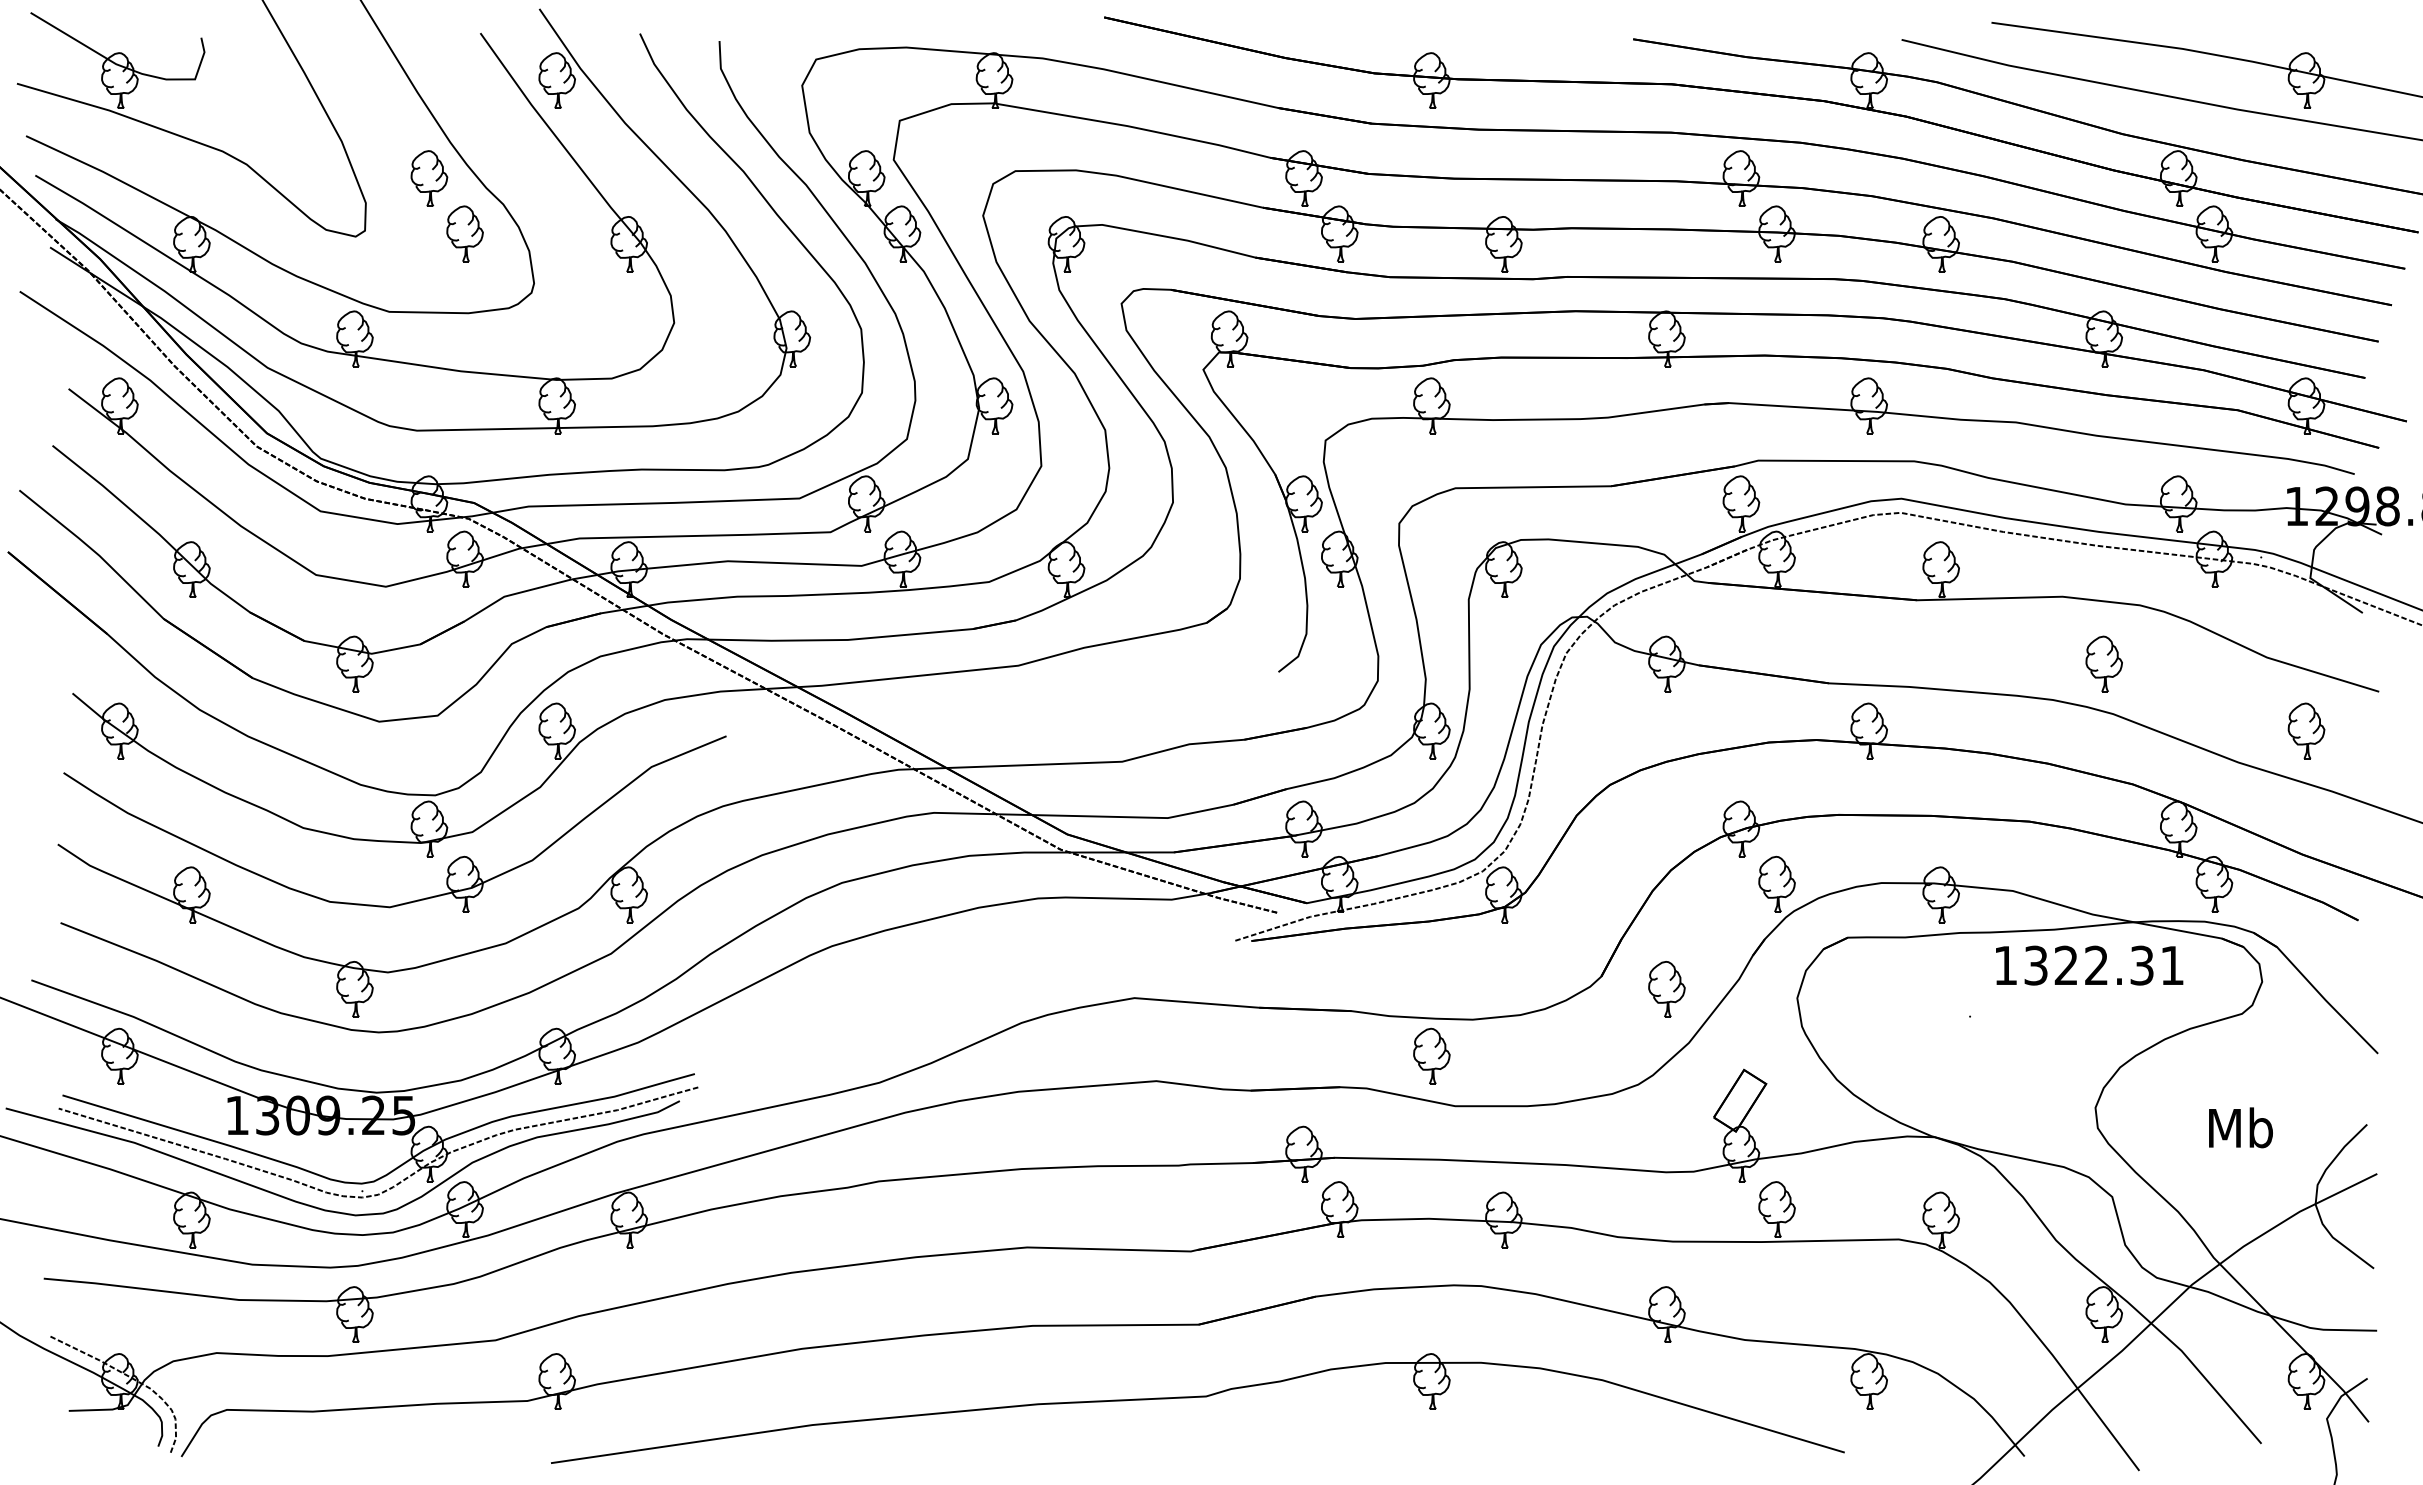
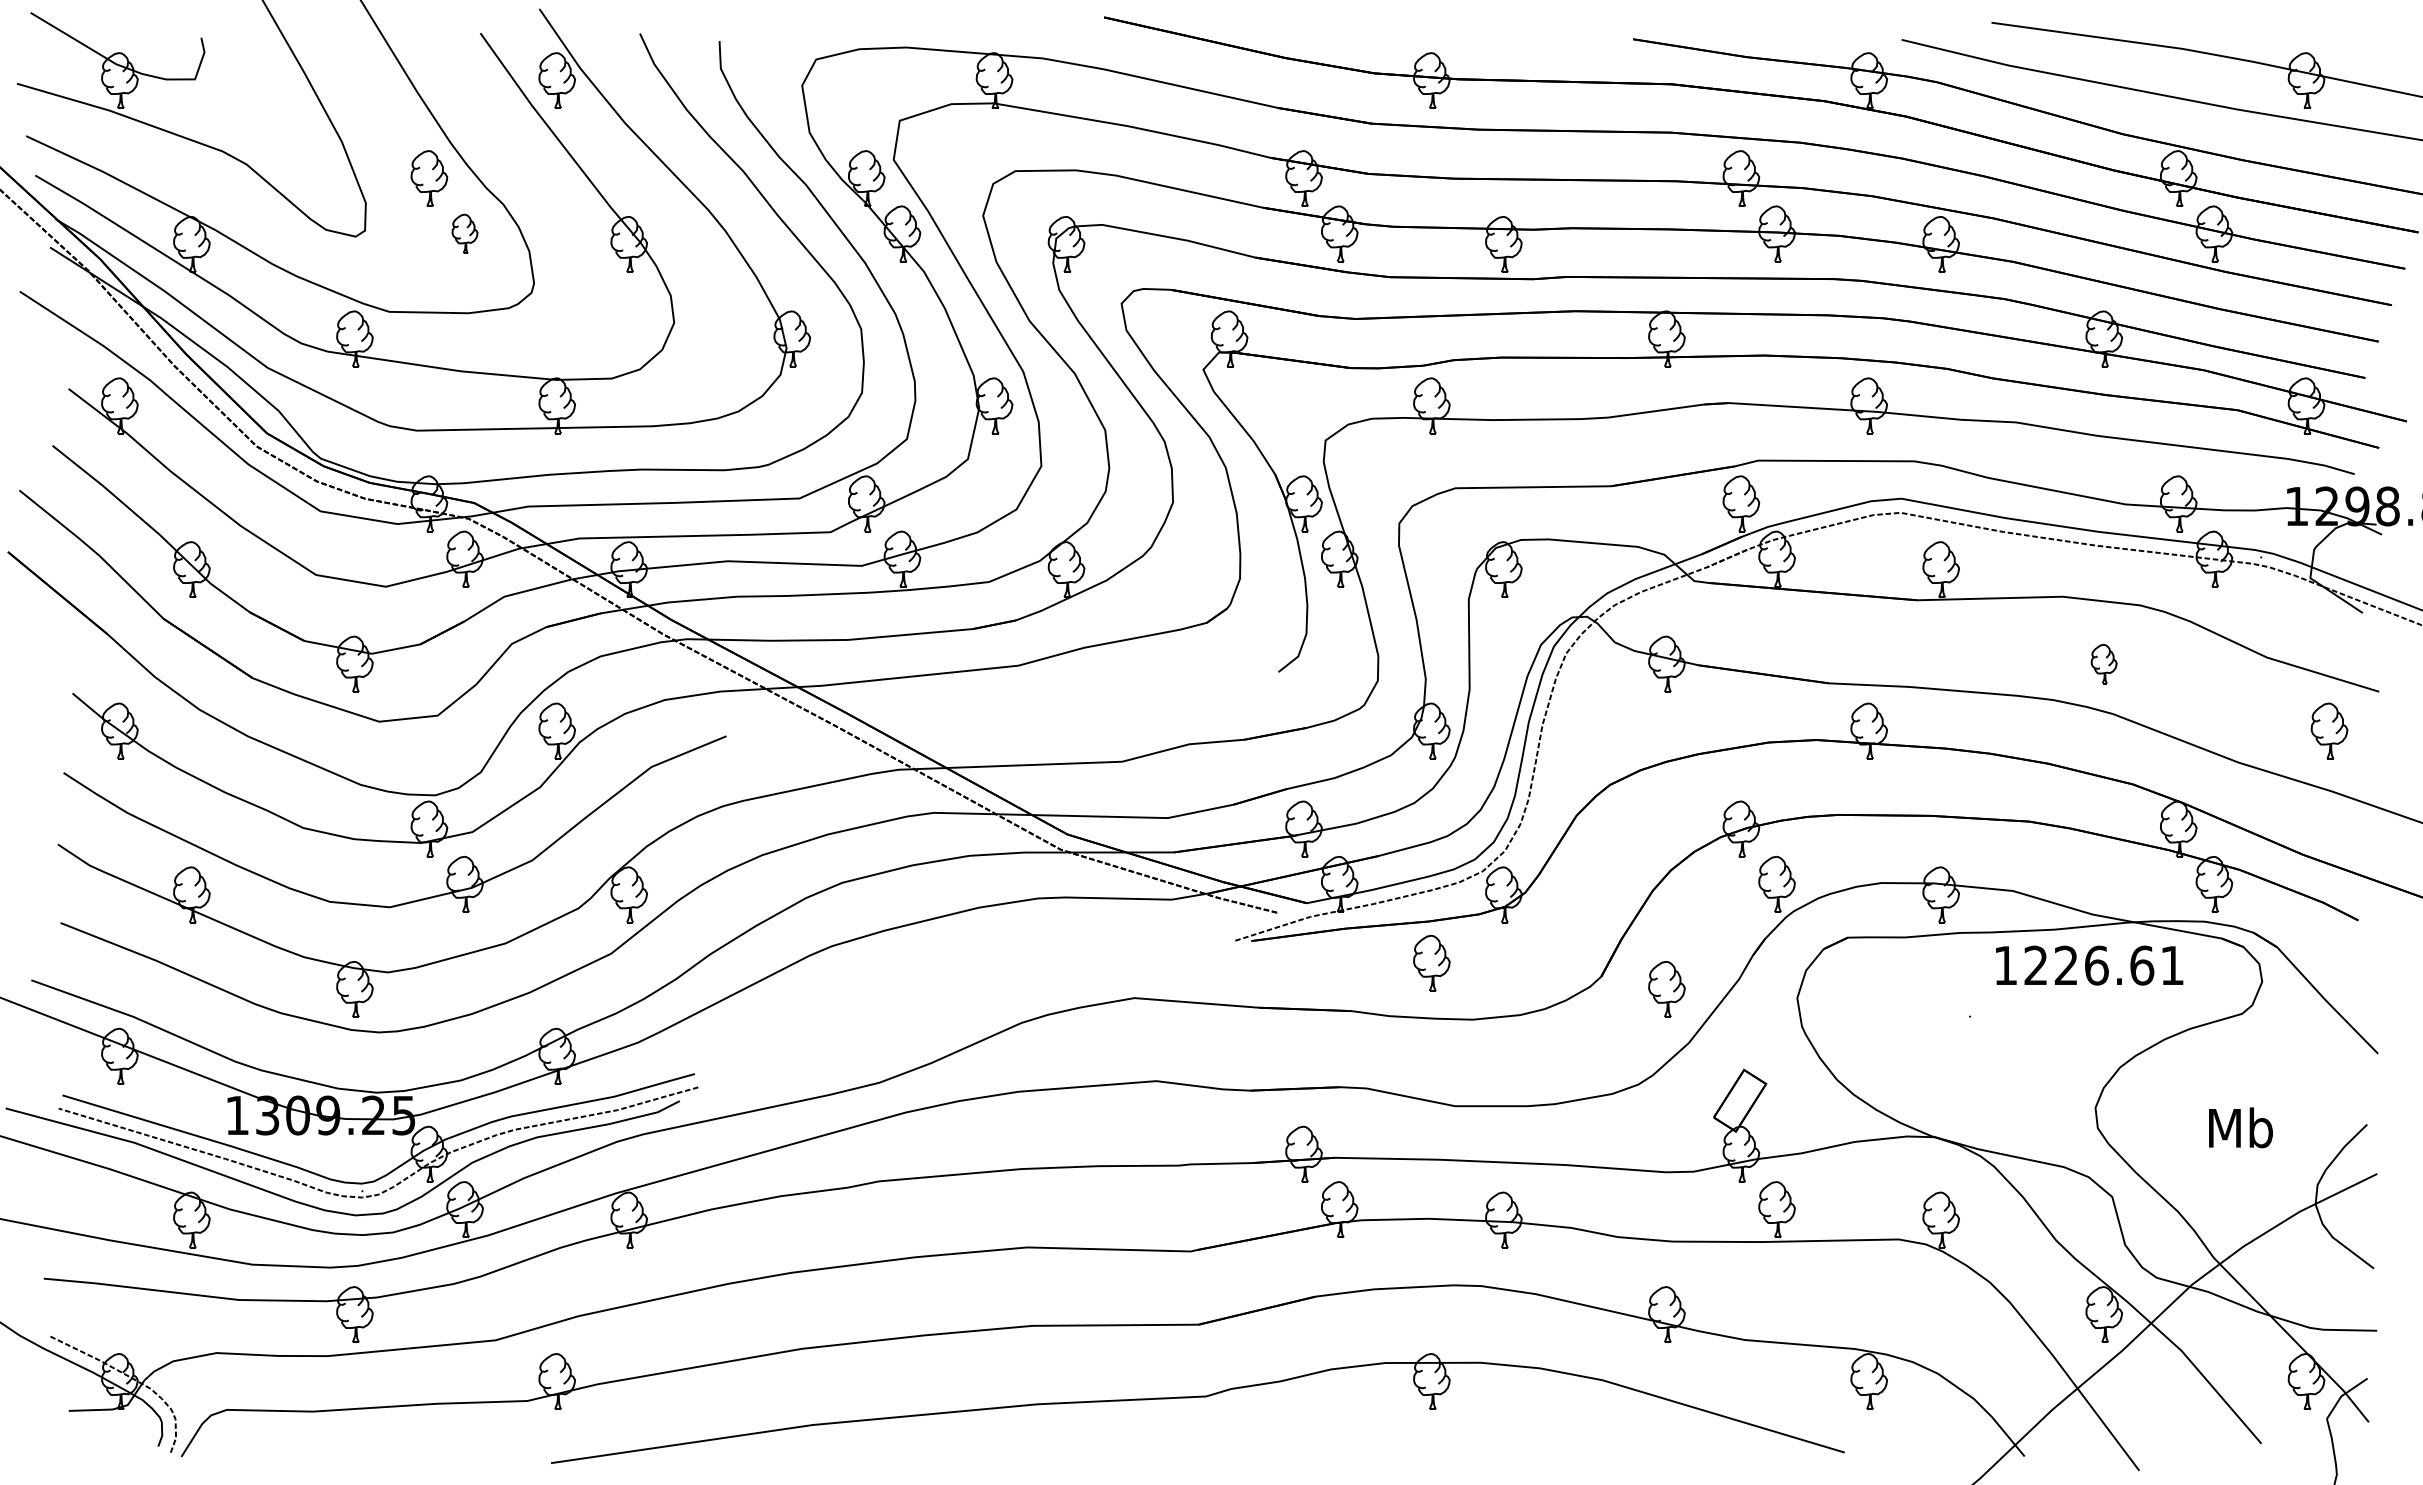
part at (464, 233) size: 38x58 px -> 28x41 px
part at (2103, 663) size: 38x58 px -> 28x41 px
part at (2306, 730) position: (2306, 730) -> (2329, 730)
text at (2089, 965): 1322.31 -> 1226.61
part at (1431, 1055) position: (1431, 1055) -> (1431, 962)
